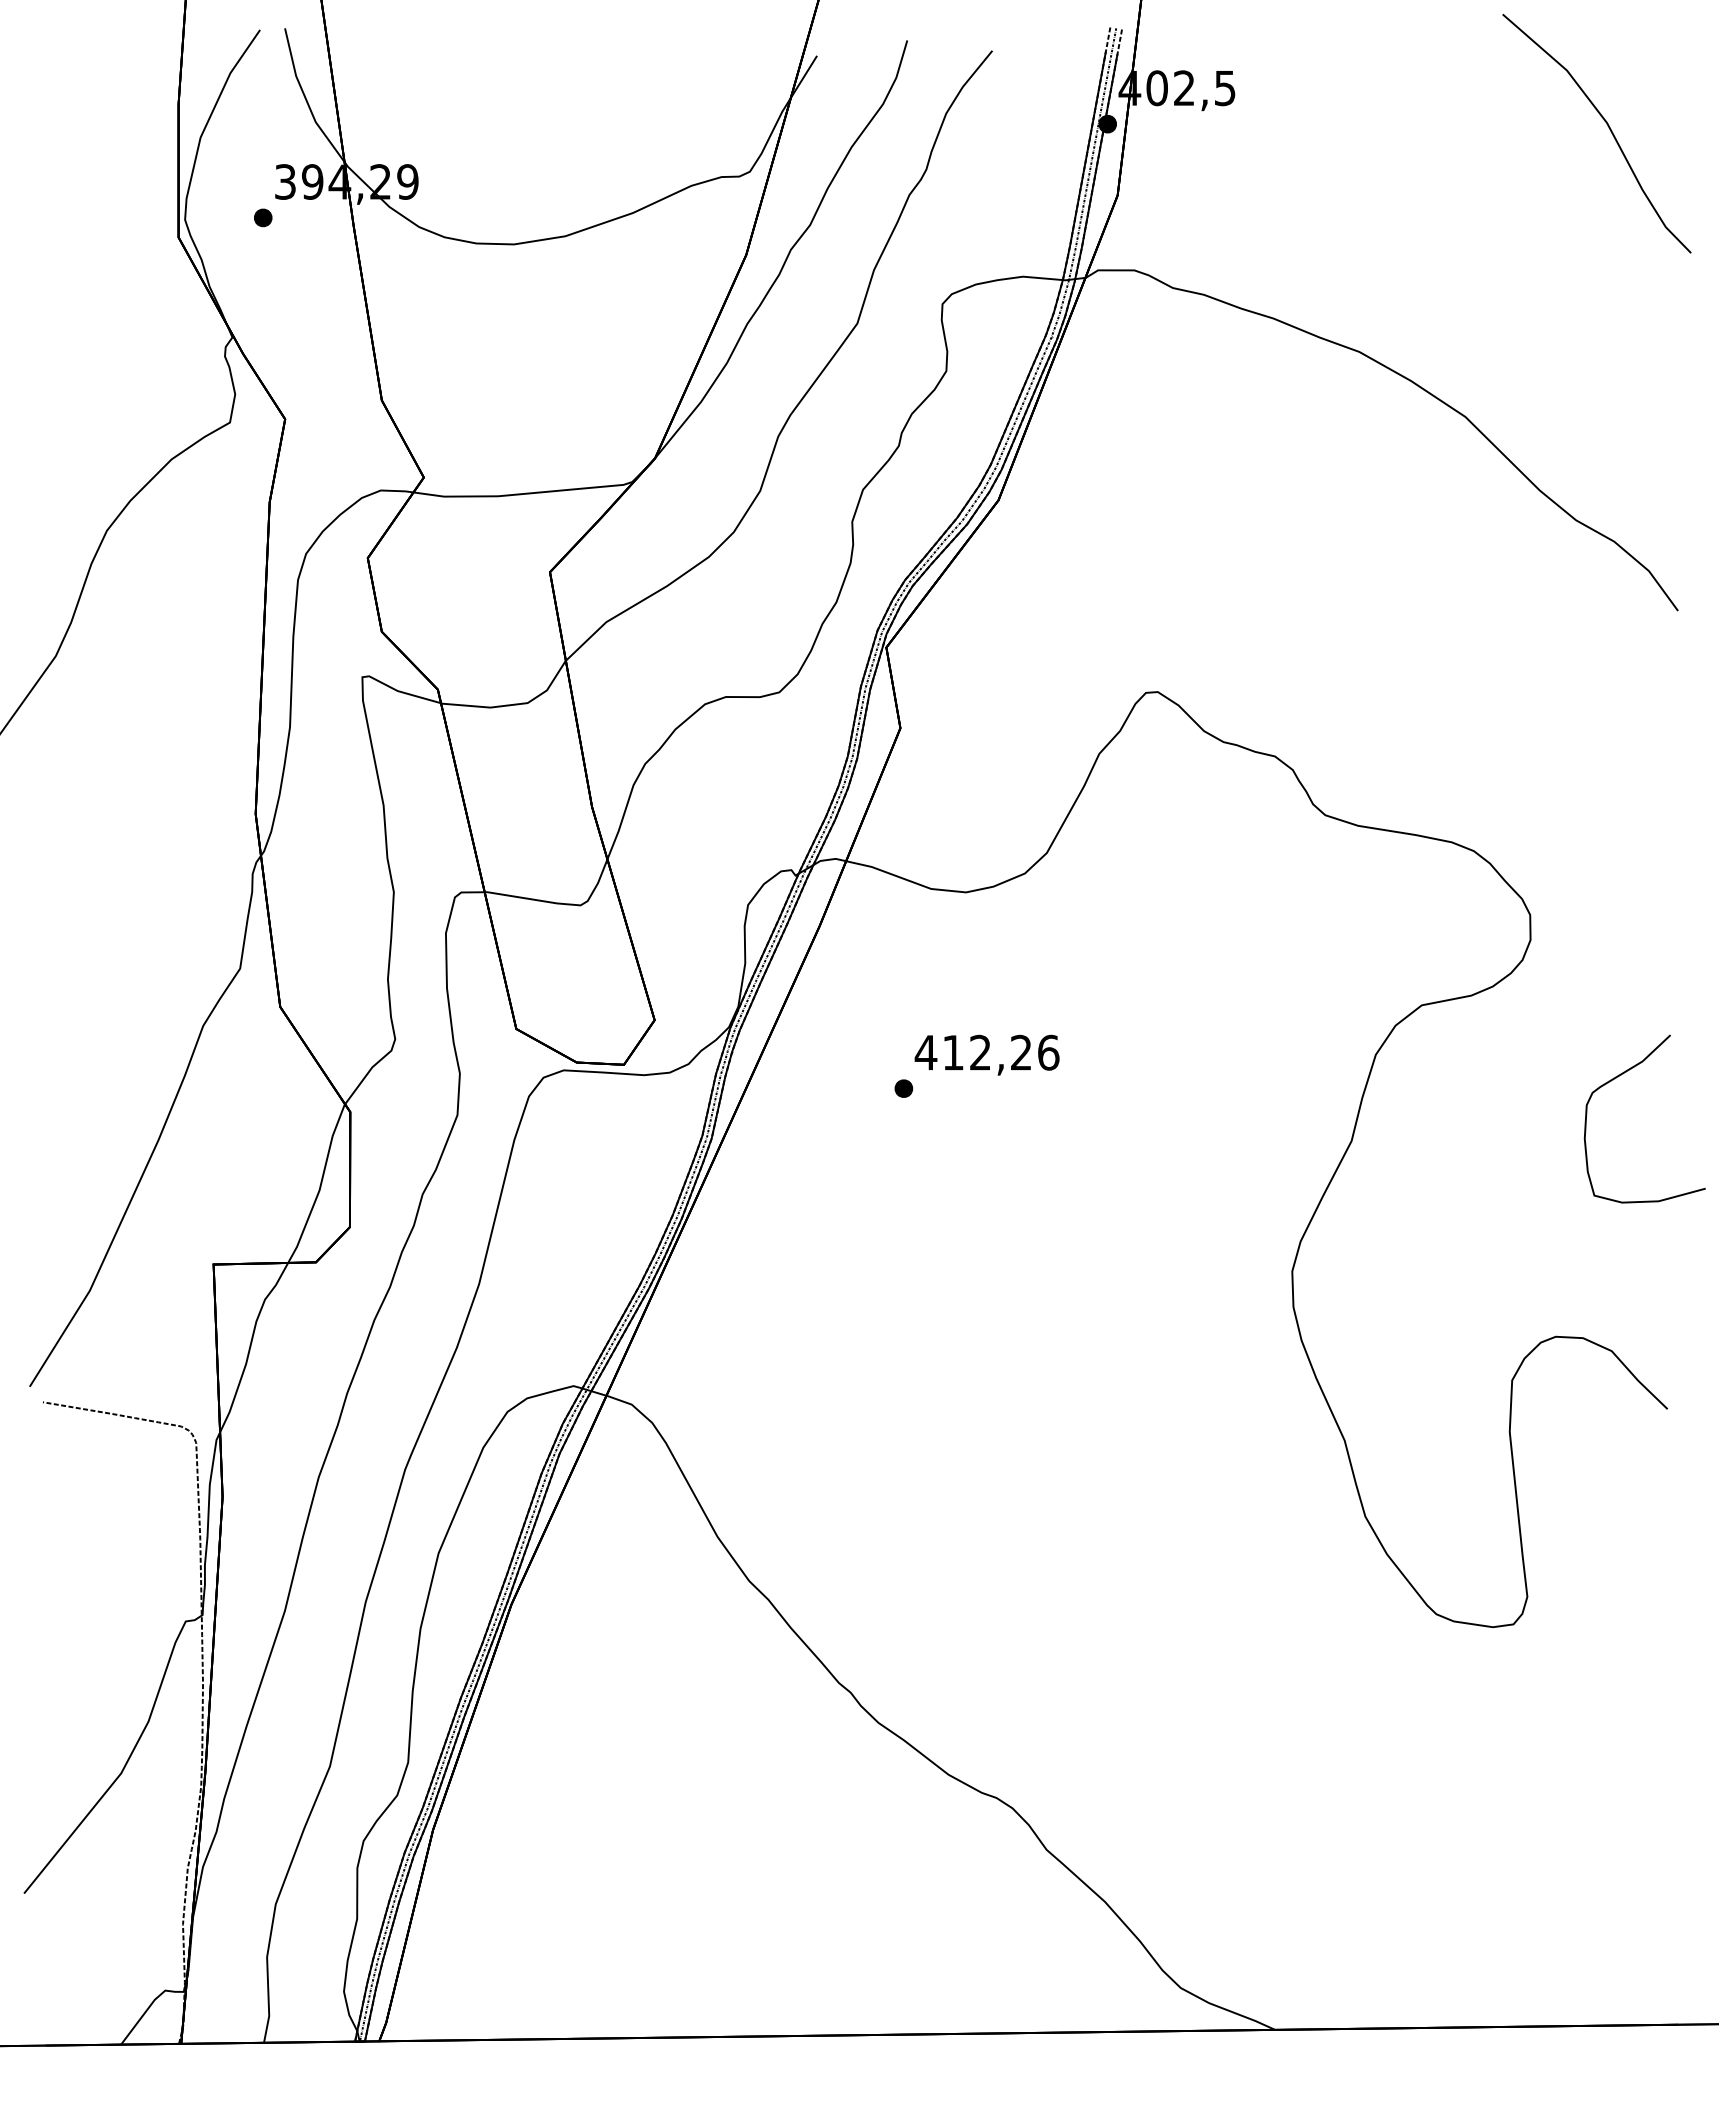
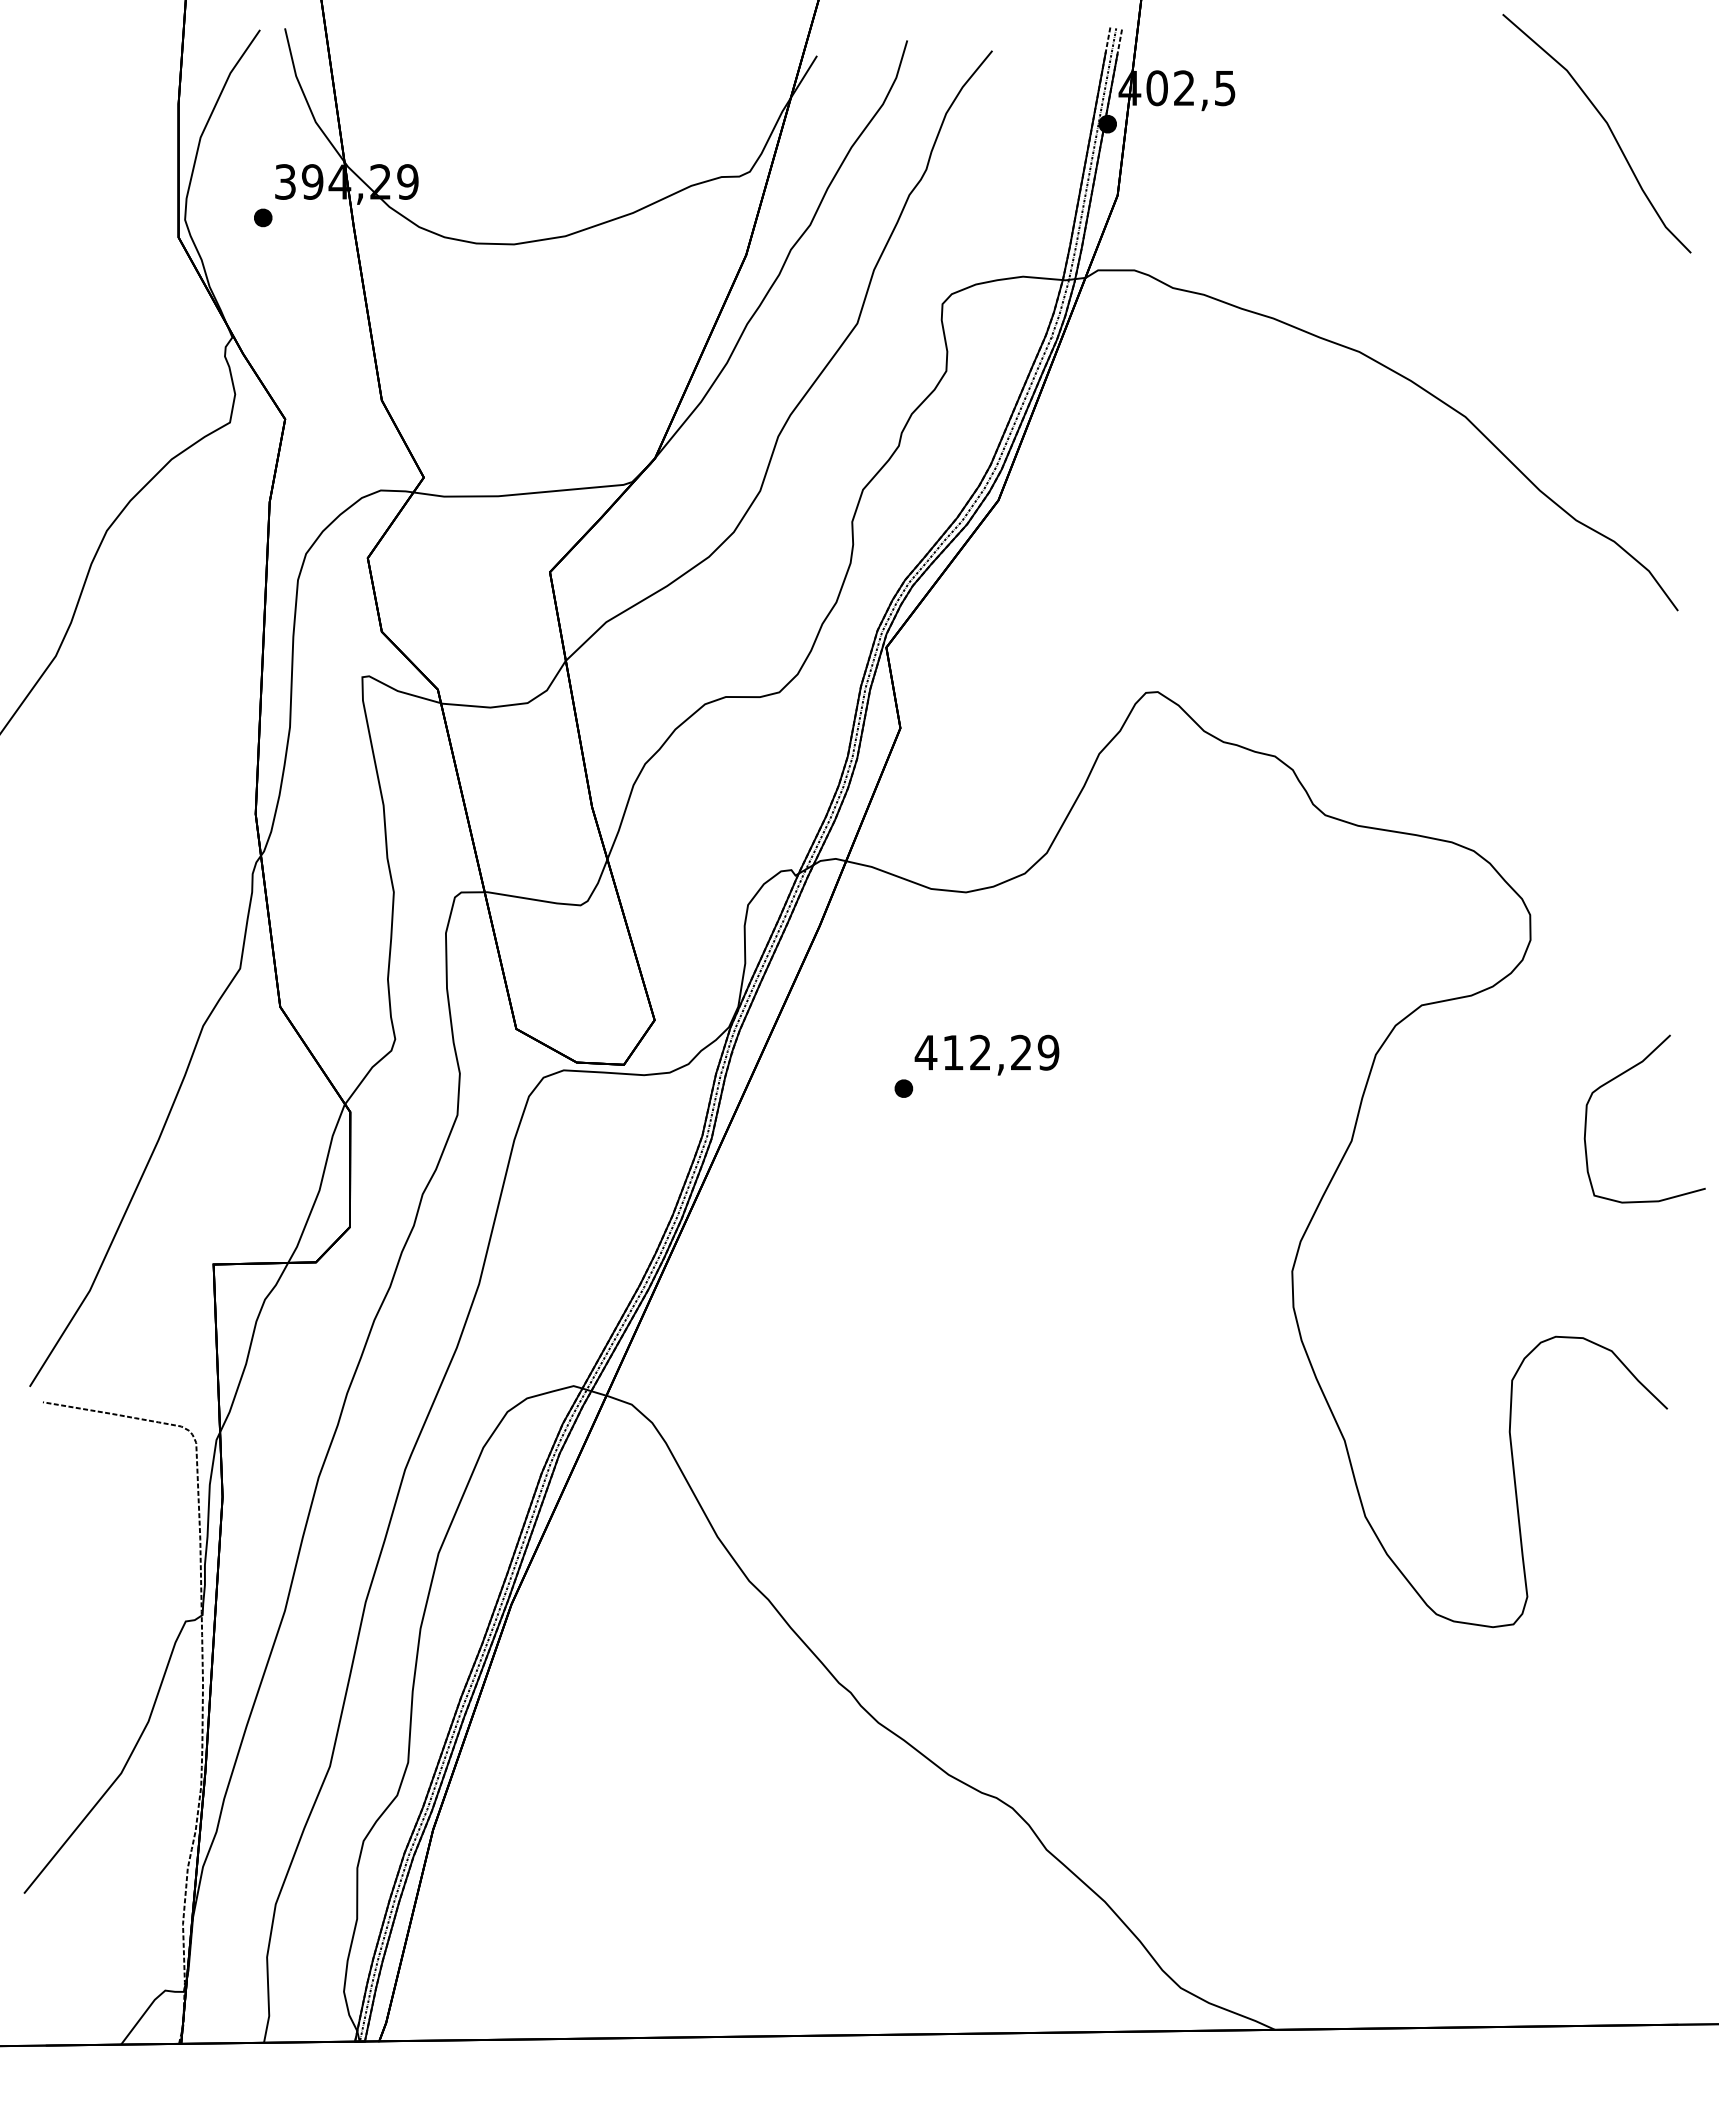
text at (1048, 1052): 412,26 -> 412,29
